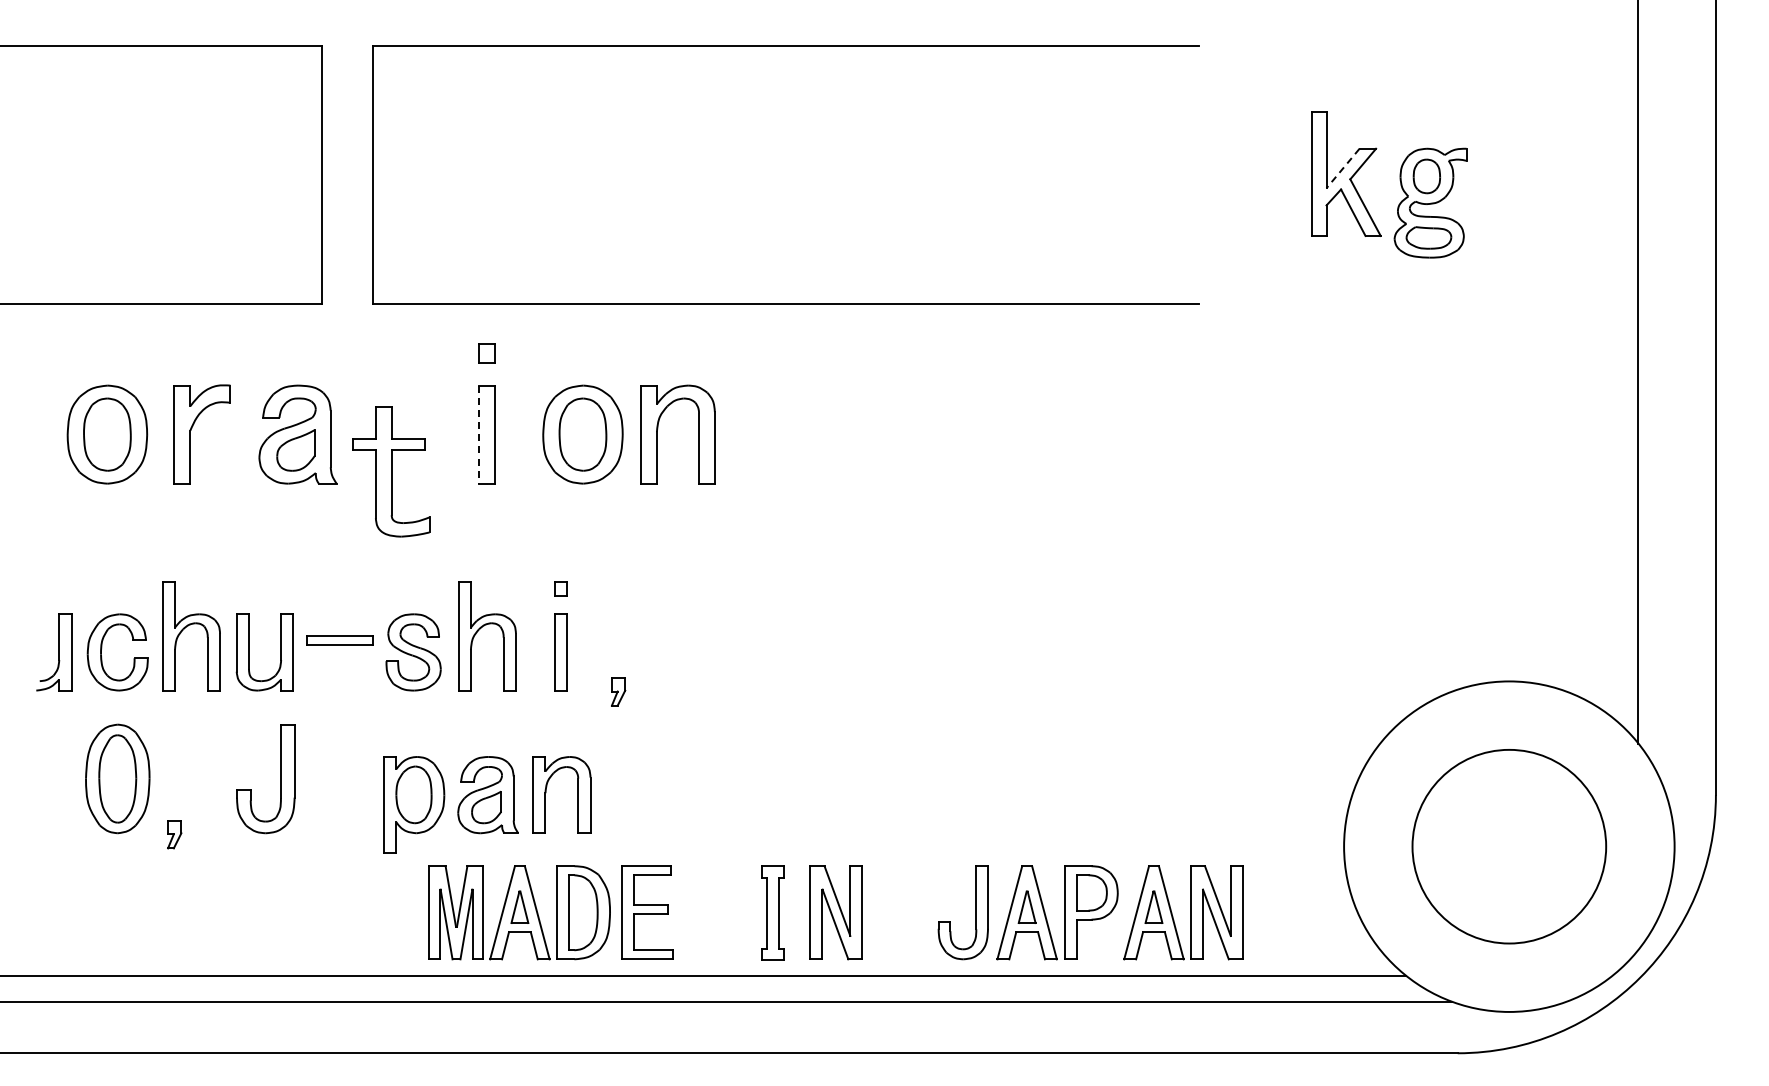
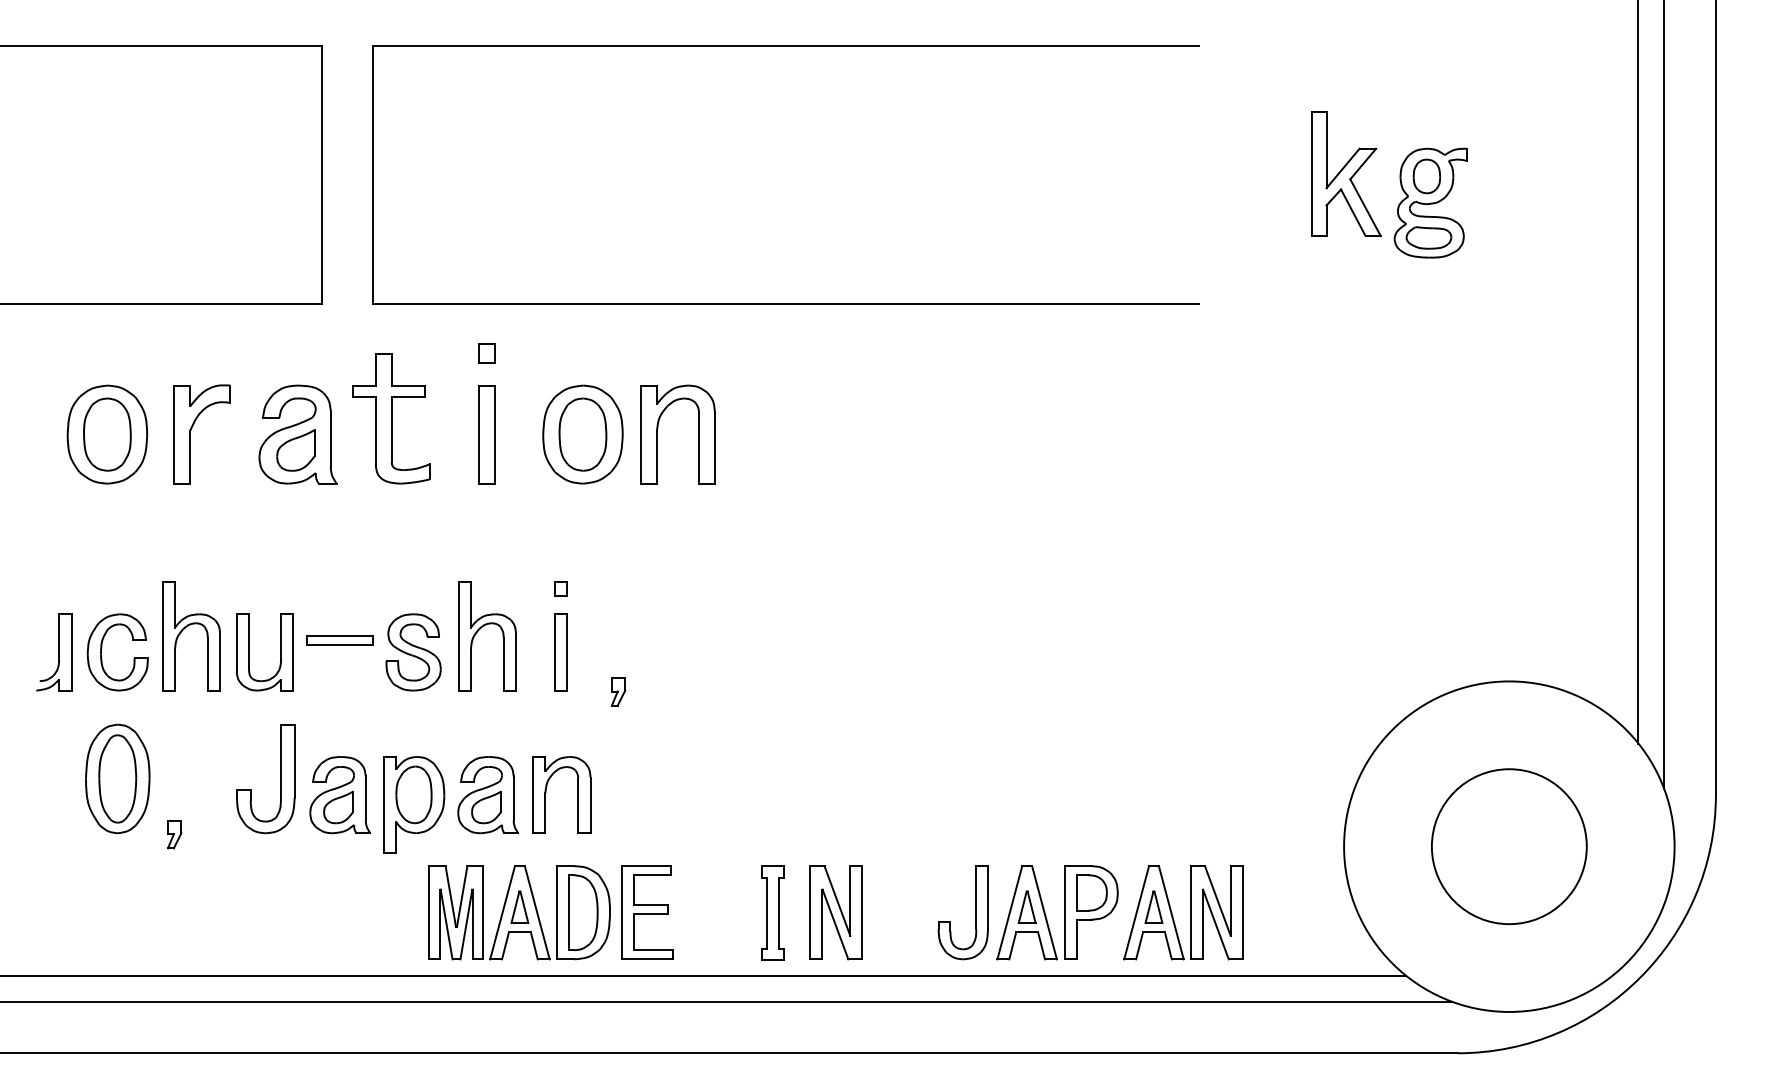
line at (1343, 168): dashed -> solid
line at (1664, 395): none -> present
line at (479, 435): dashed -> solid
part at (391, 471) position: (391, 471) -> (391, 418)
part at (339, 795): none -> present
circle at (1509, 846) diameter: 194 px -> 155 px
